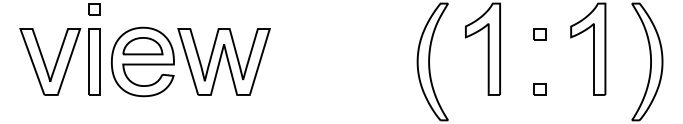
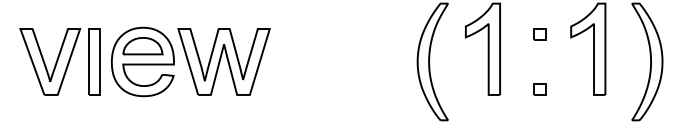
part at (94, 9): present -> none
